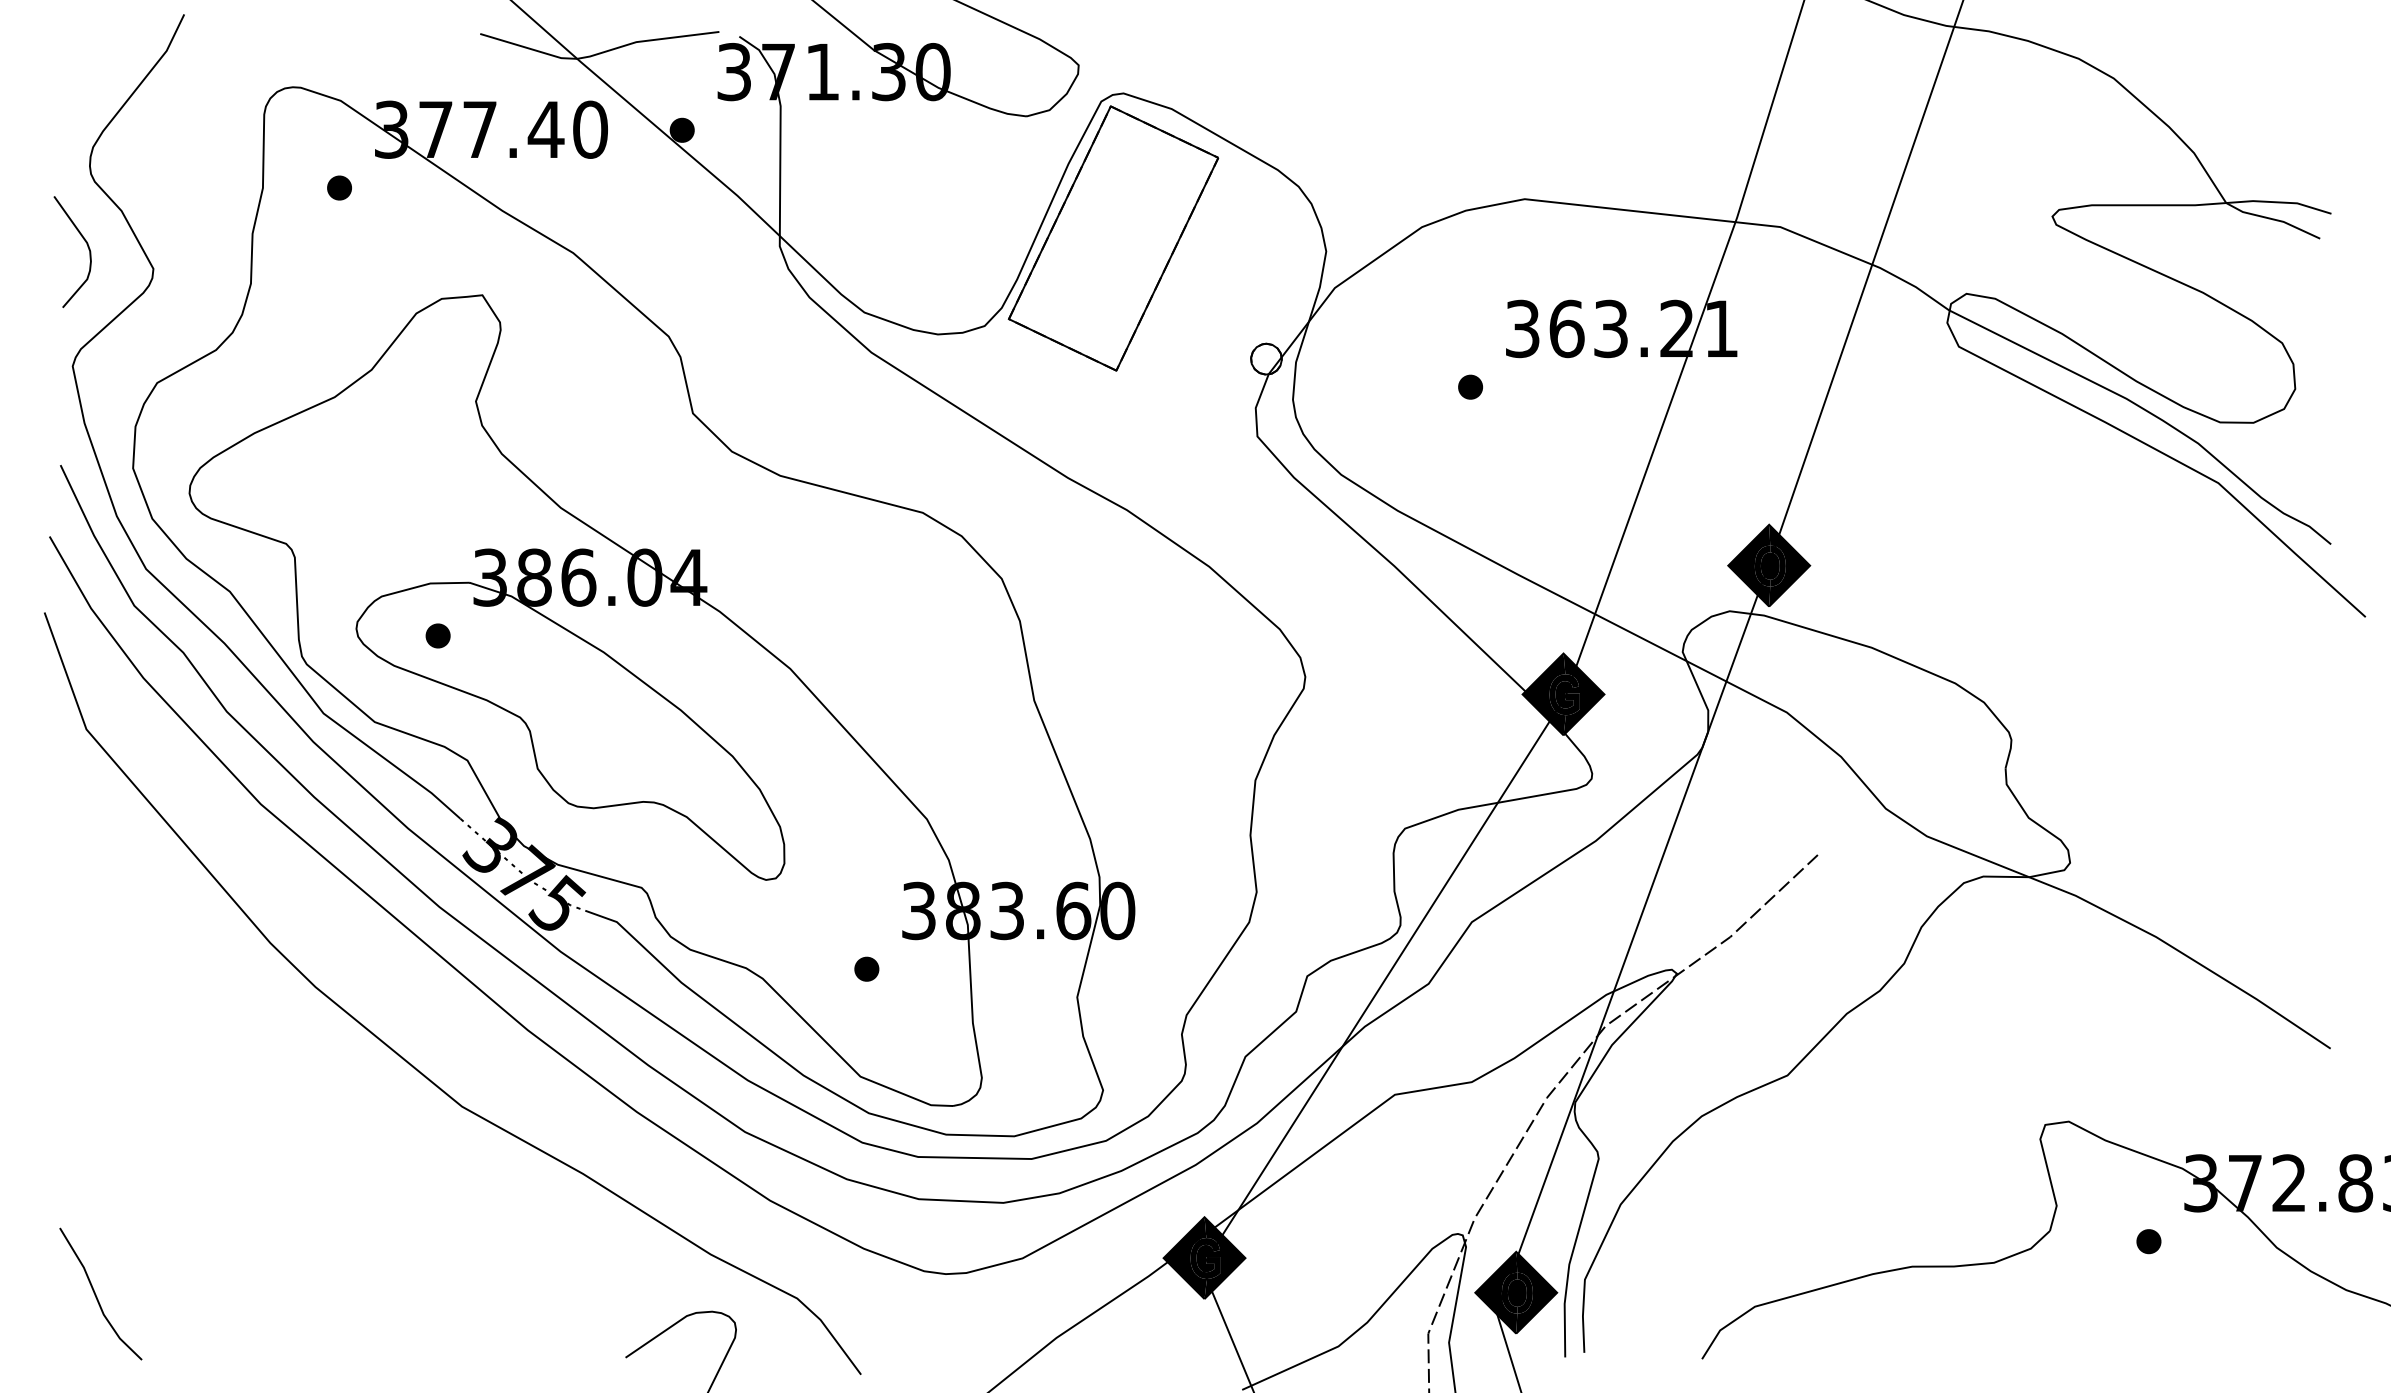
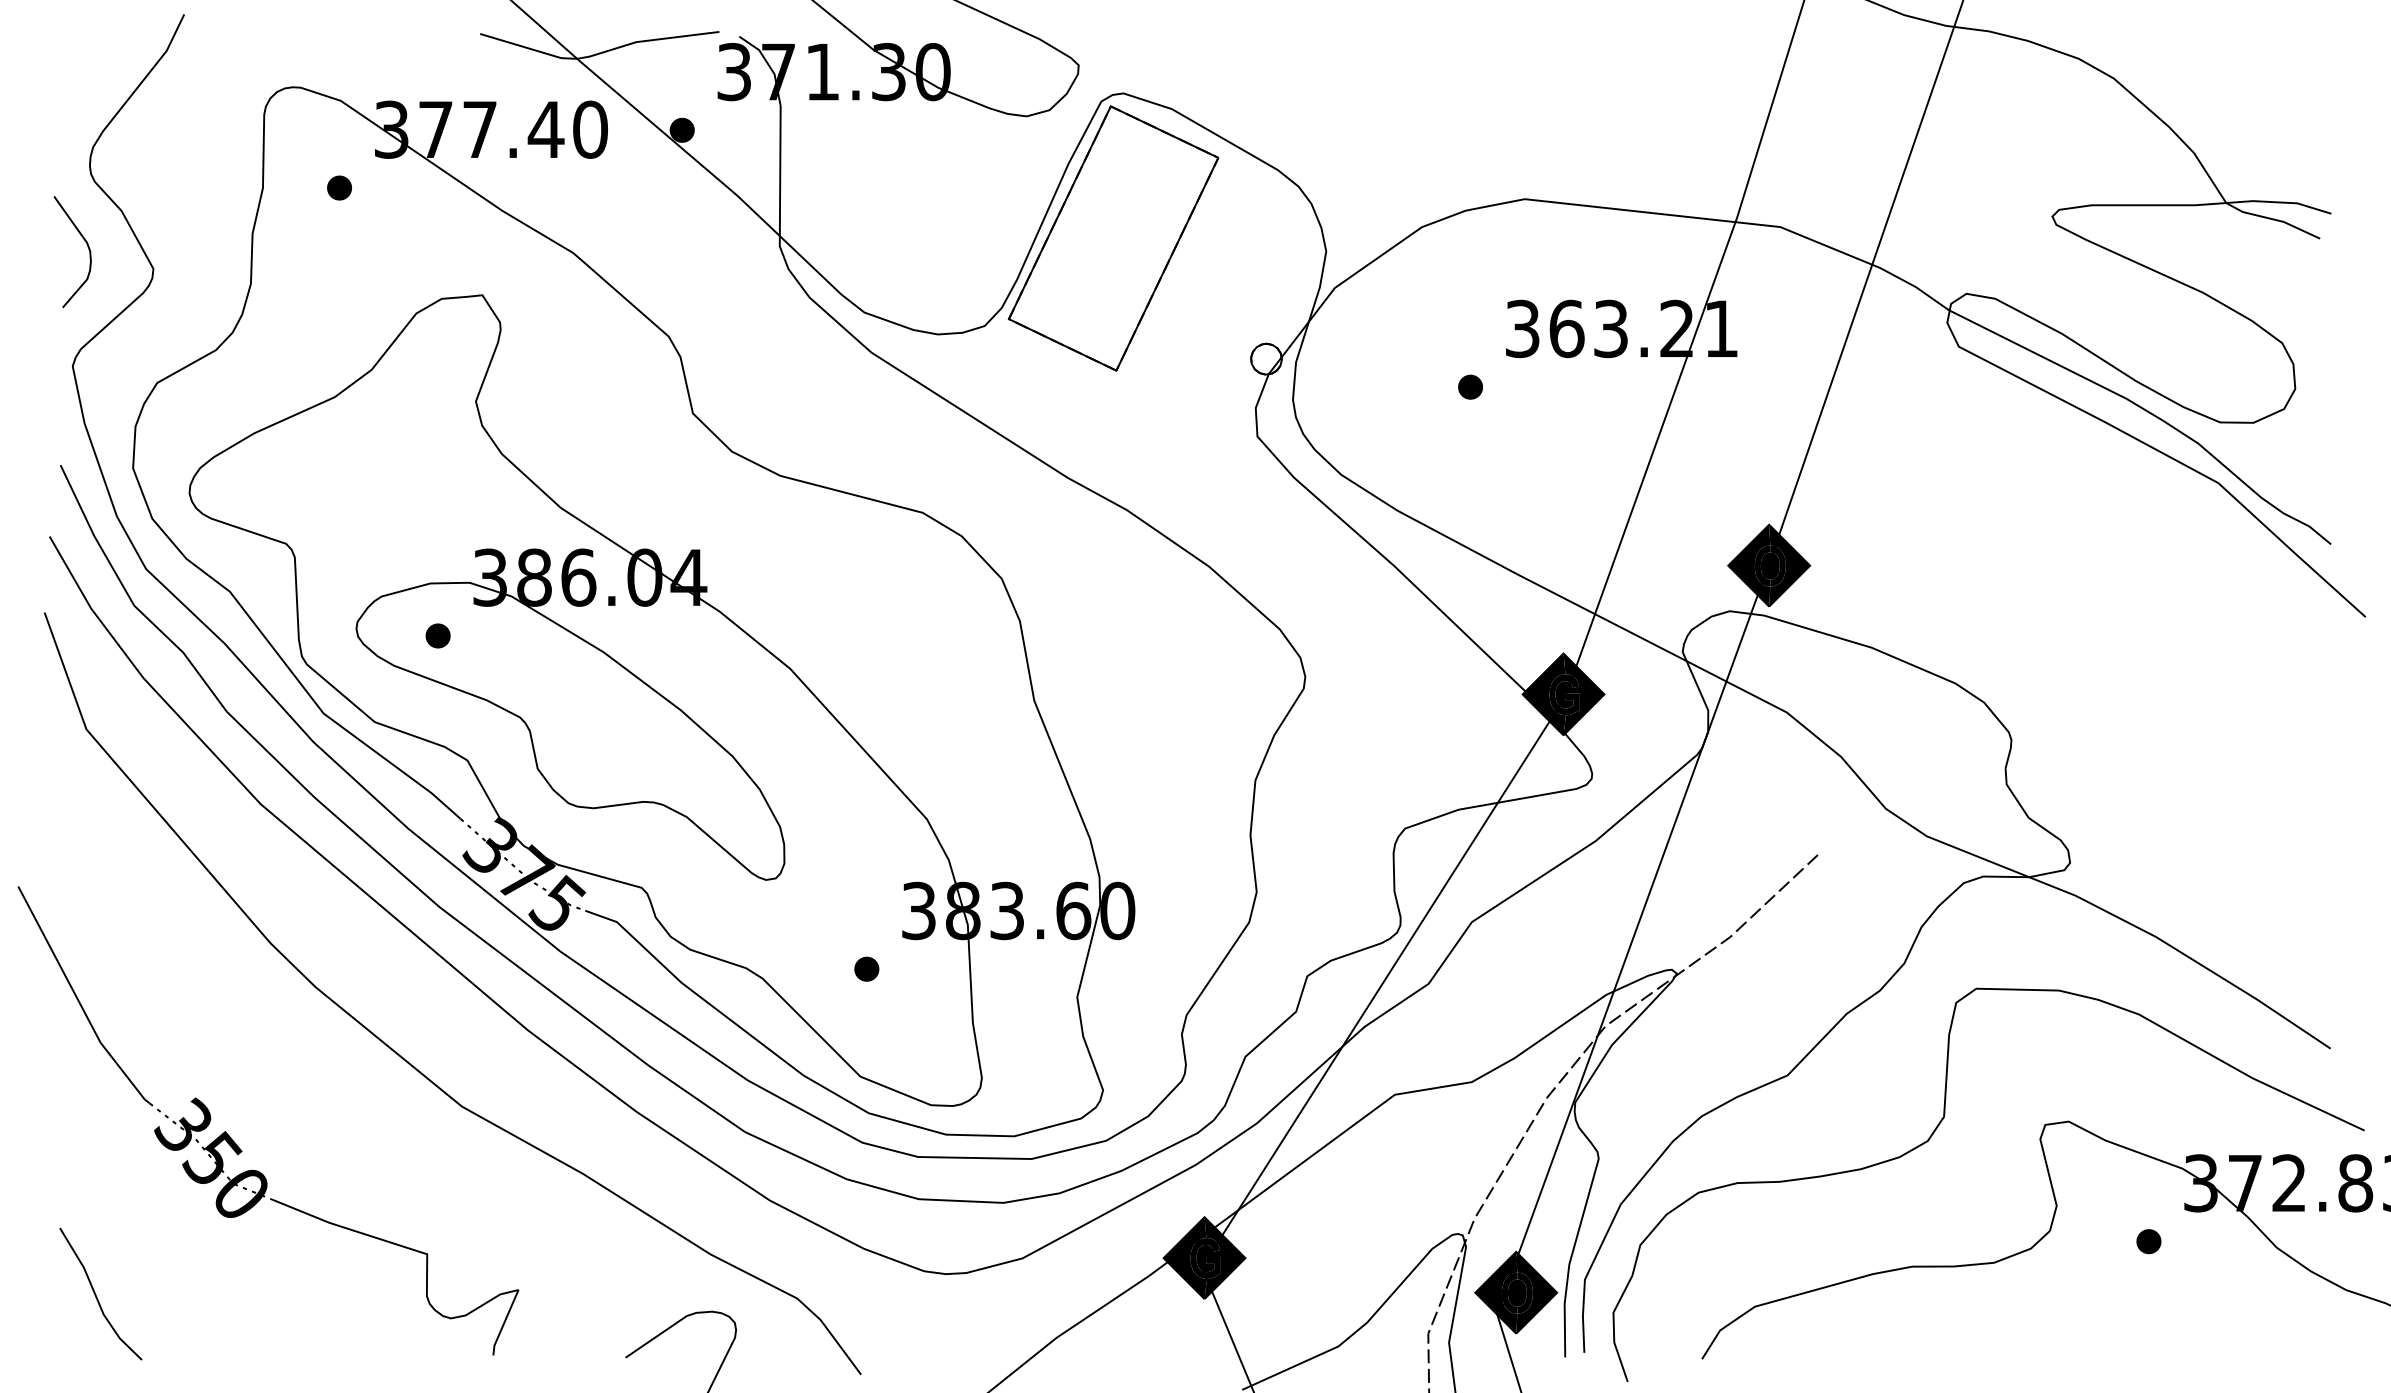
curve at (1929, 1140): none -> present
part at (236, 1143): none -> present
